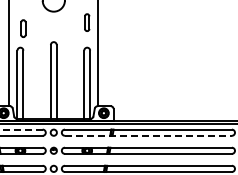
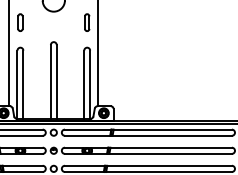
part at (23, 28) position: (23, 28) -> (20, 22)
line at (21, 129): dashed -> solid
line at (148, 135): dashed -> solid
